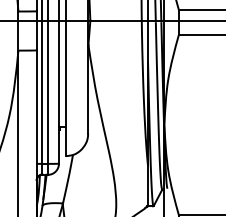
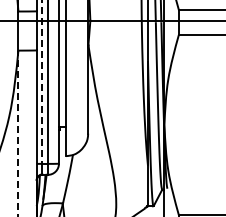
line at (42, 82): solid -> dashed
line at (18, 133): solid -> dashed
